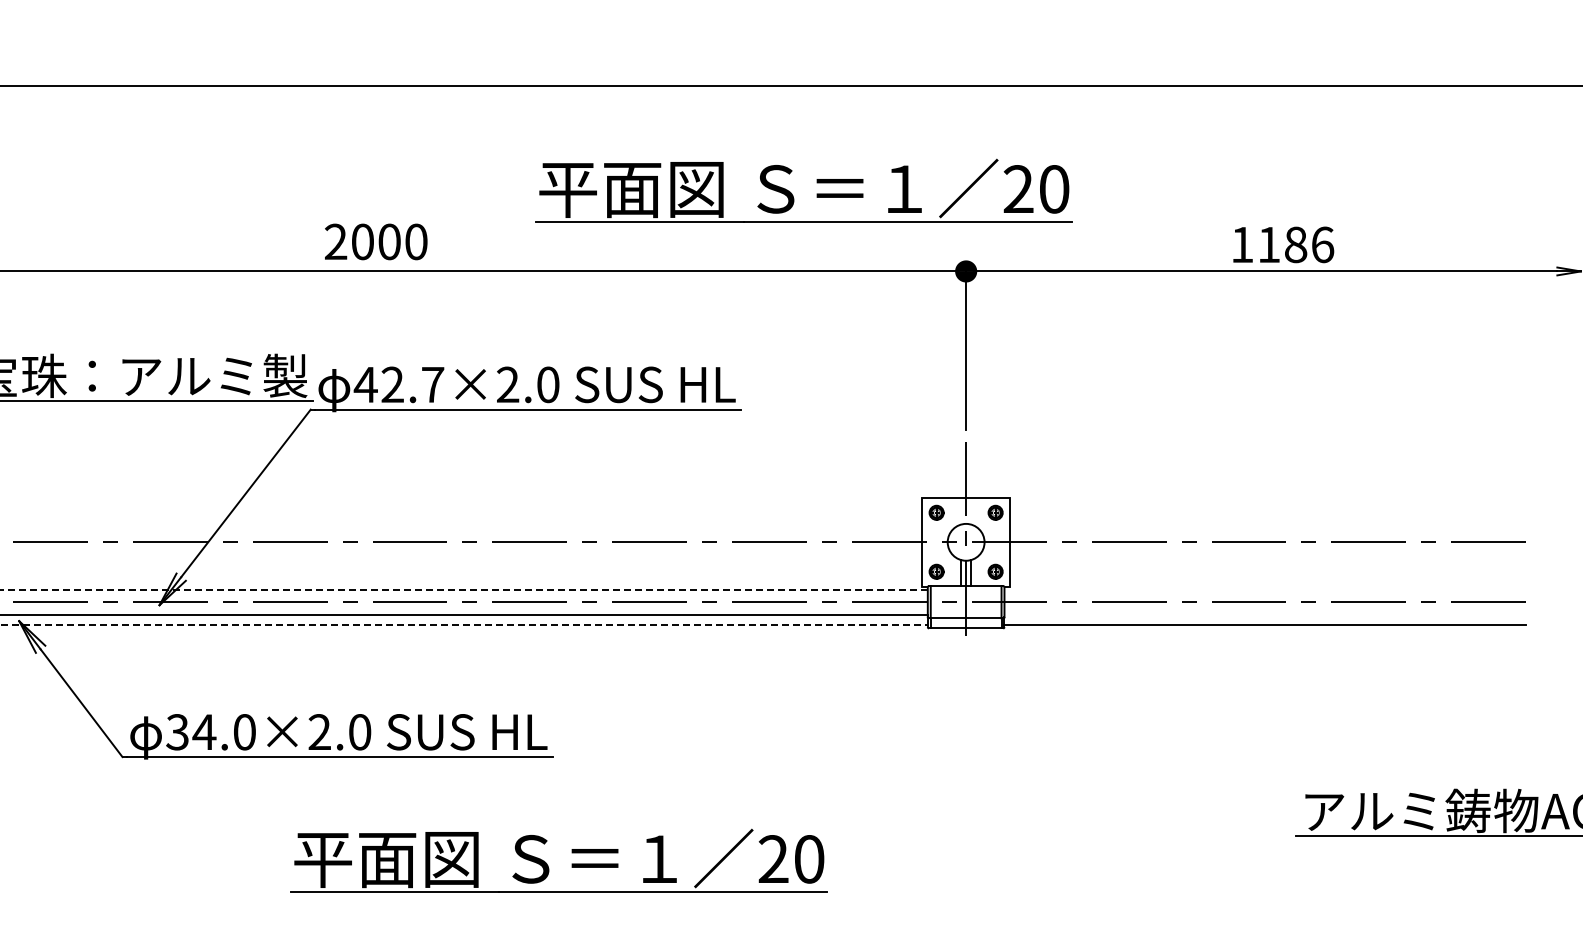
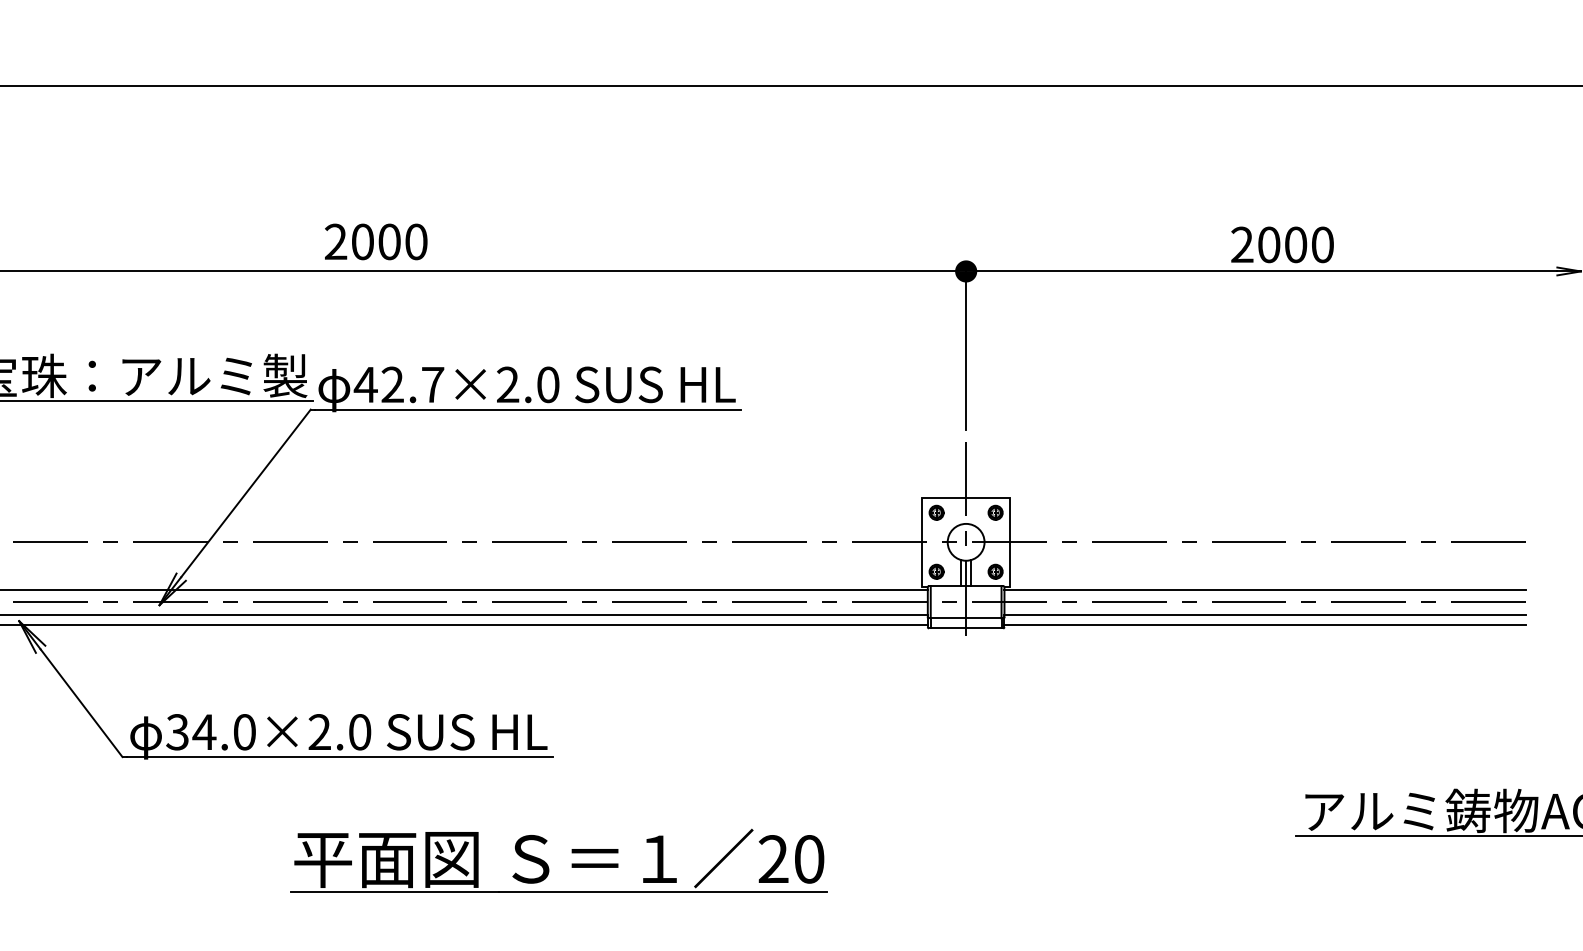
part at (793, 195): present -> none
text at (1282, 244): 1186 -> 2000
line at (463, 589): dashed -> solid
line at (1265, 589): none -> present
line at (1265, 614): none -> present
line at (464, 624): dashed -> solid
